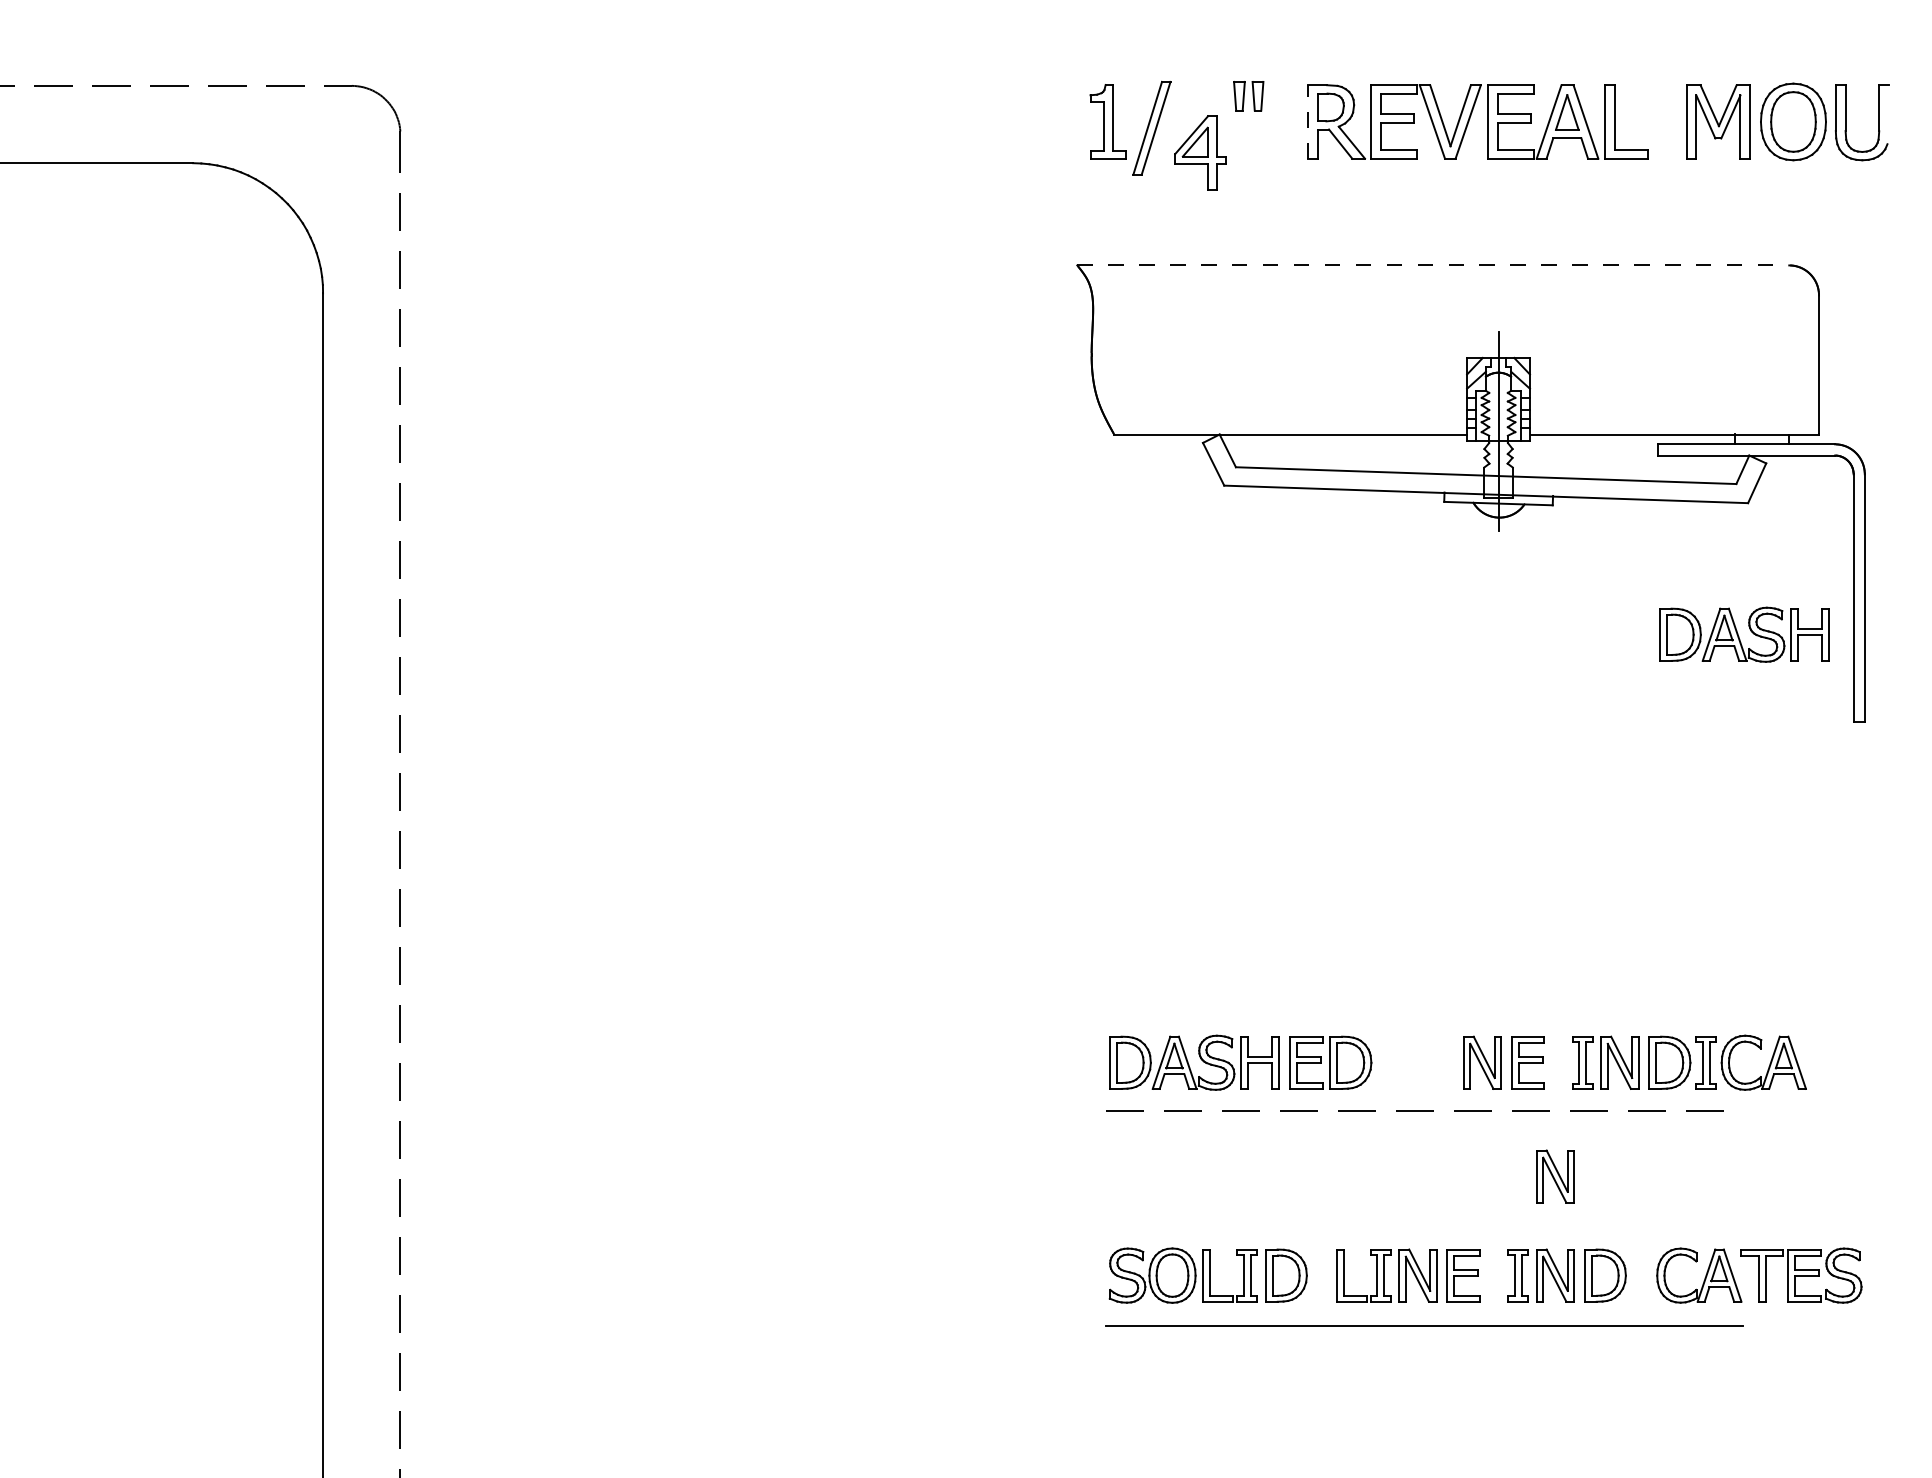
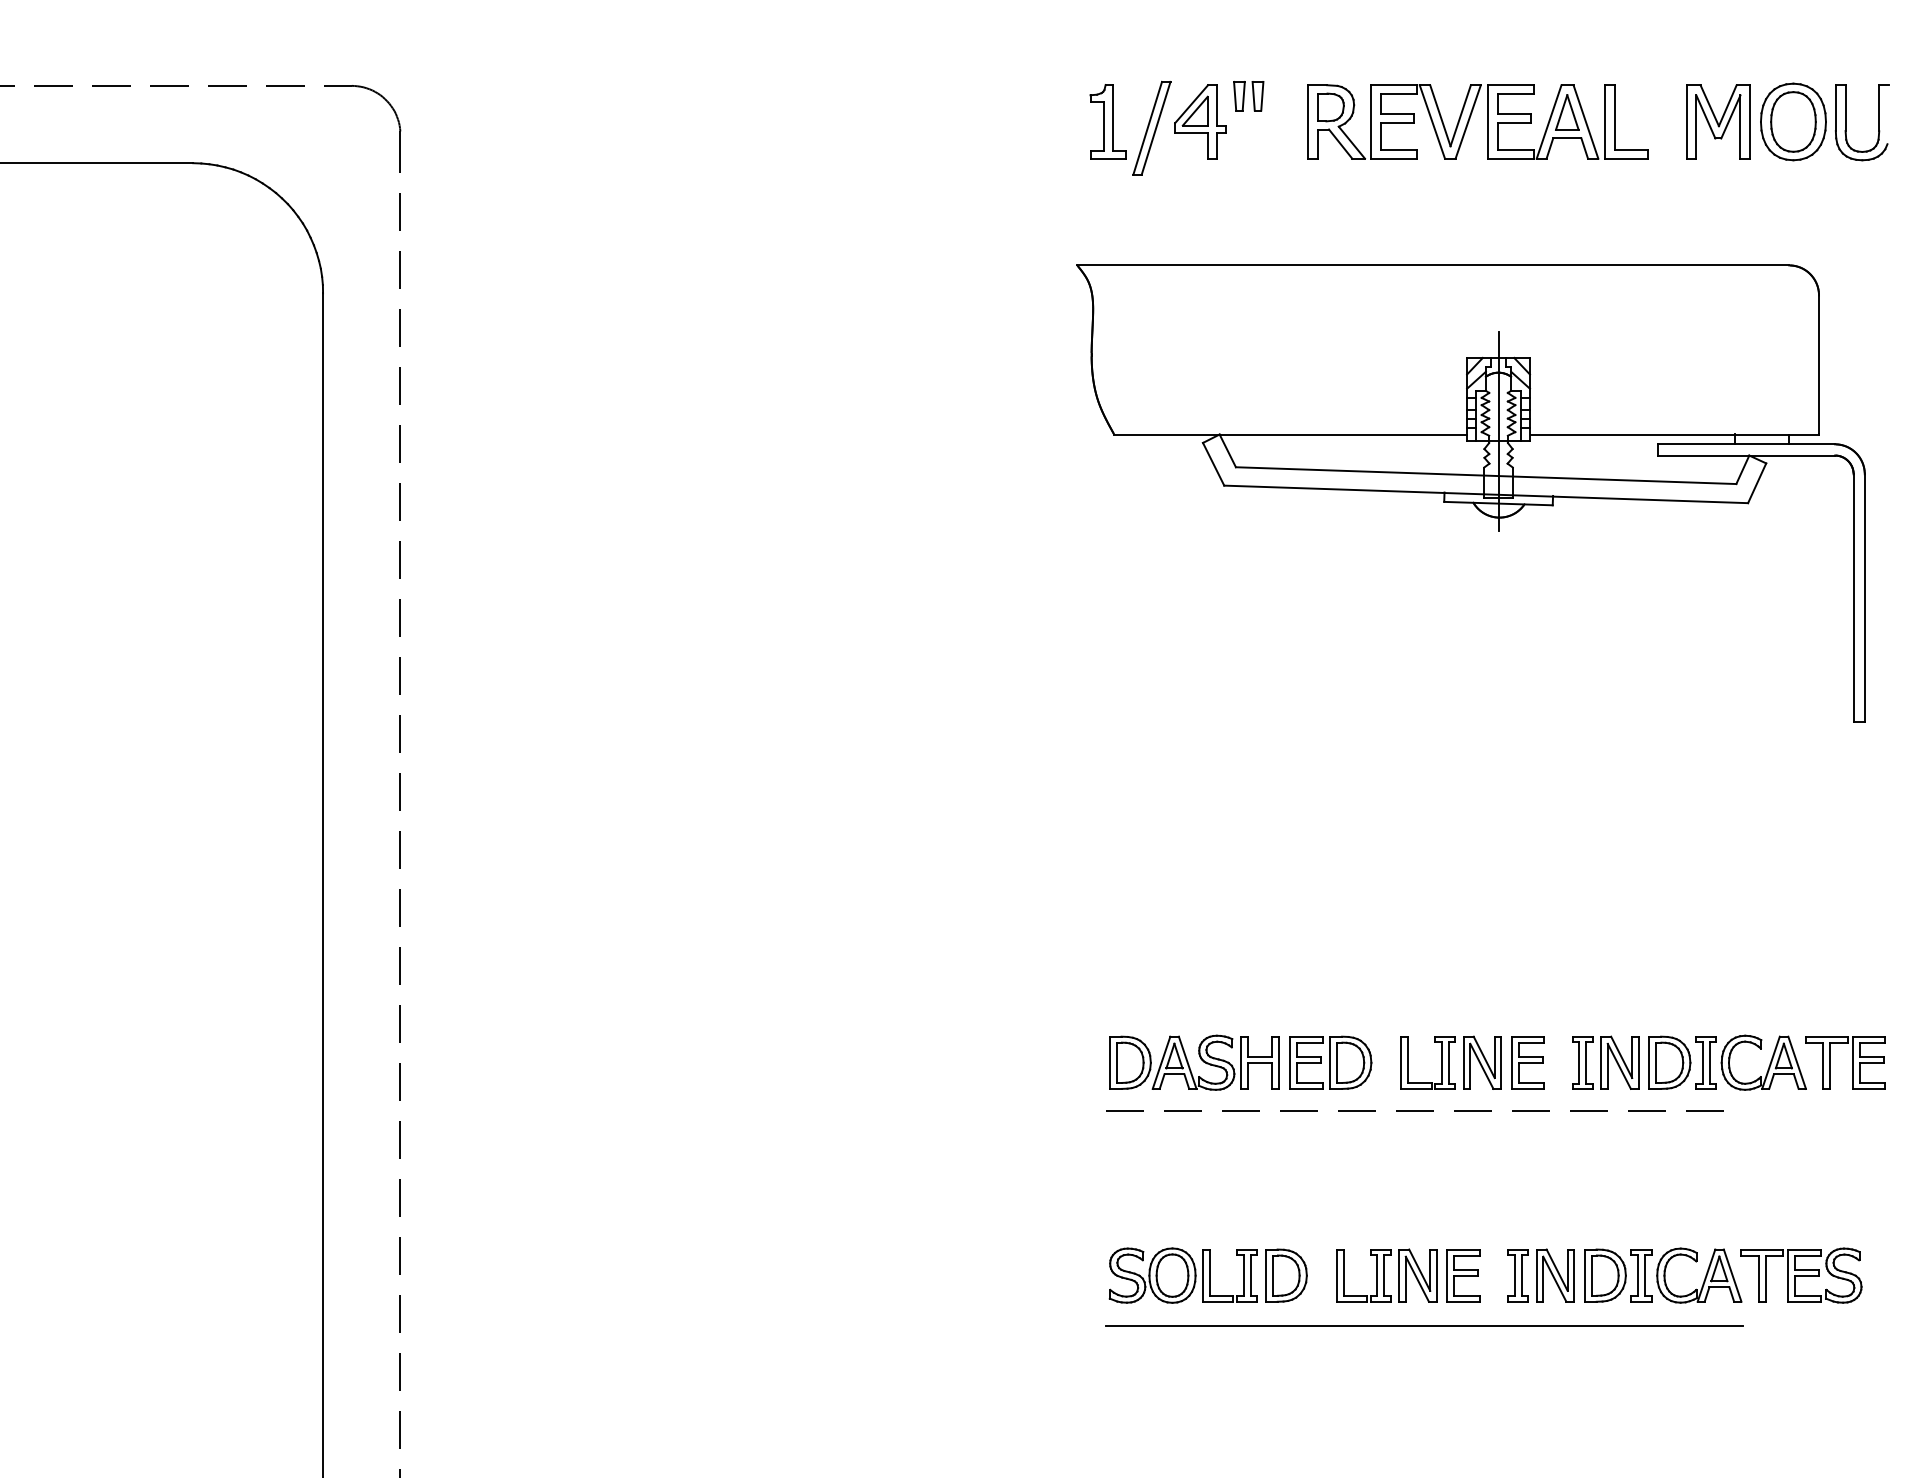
line at (1308, 121): dashed -> solid
part at (1200, 152) position: (1200, 152) -> (1200, 121)
line at (1433, 265): dashed -> solid
part at (1744, 634): present -> none
part at (1441, 1062): none -> present
part at (1852, 1062): none -> present
part at (1555, 1176): present -> none
part at (1641, 1275): none -> present
